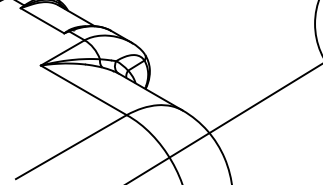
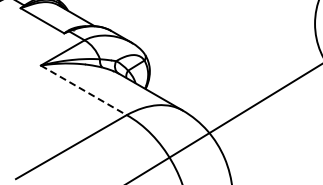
line at (83, 90): solid -> dashed
